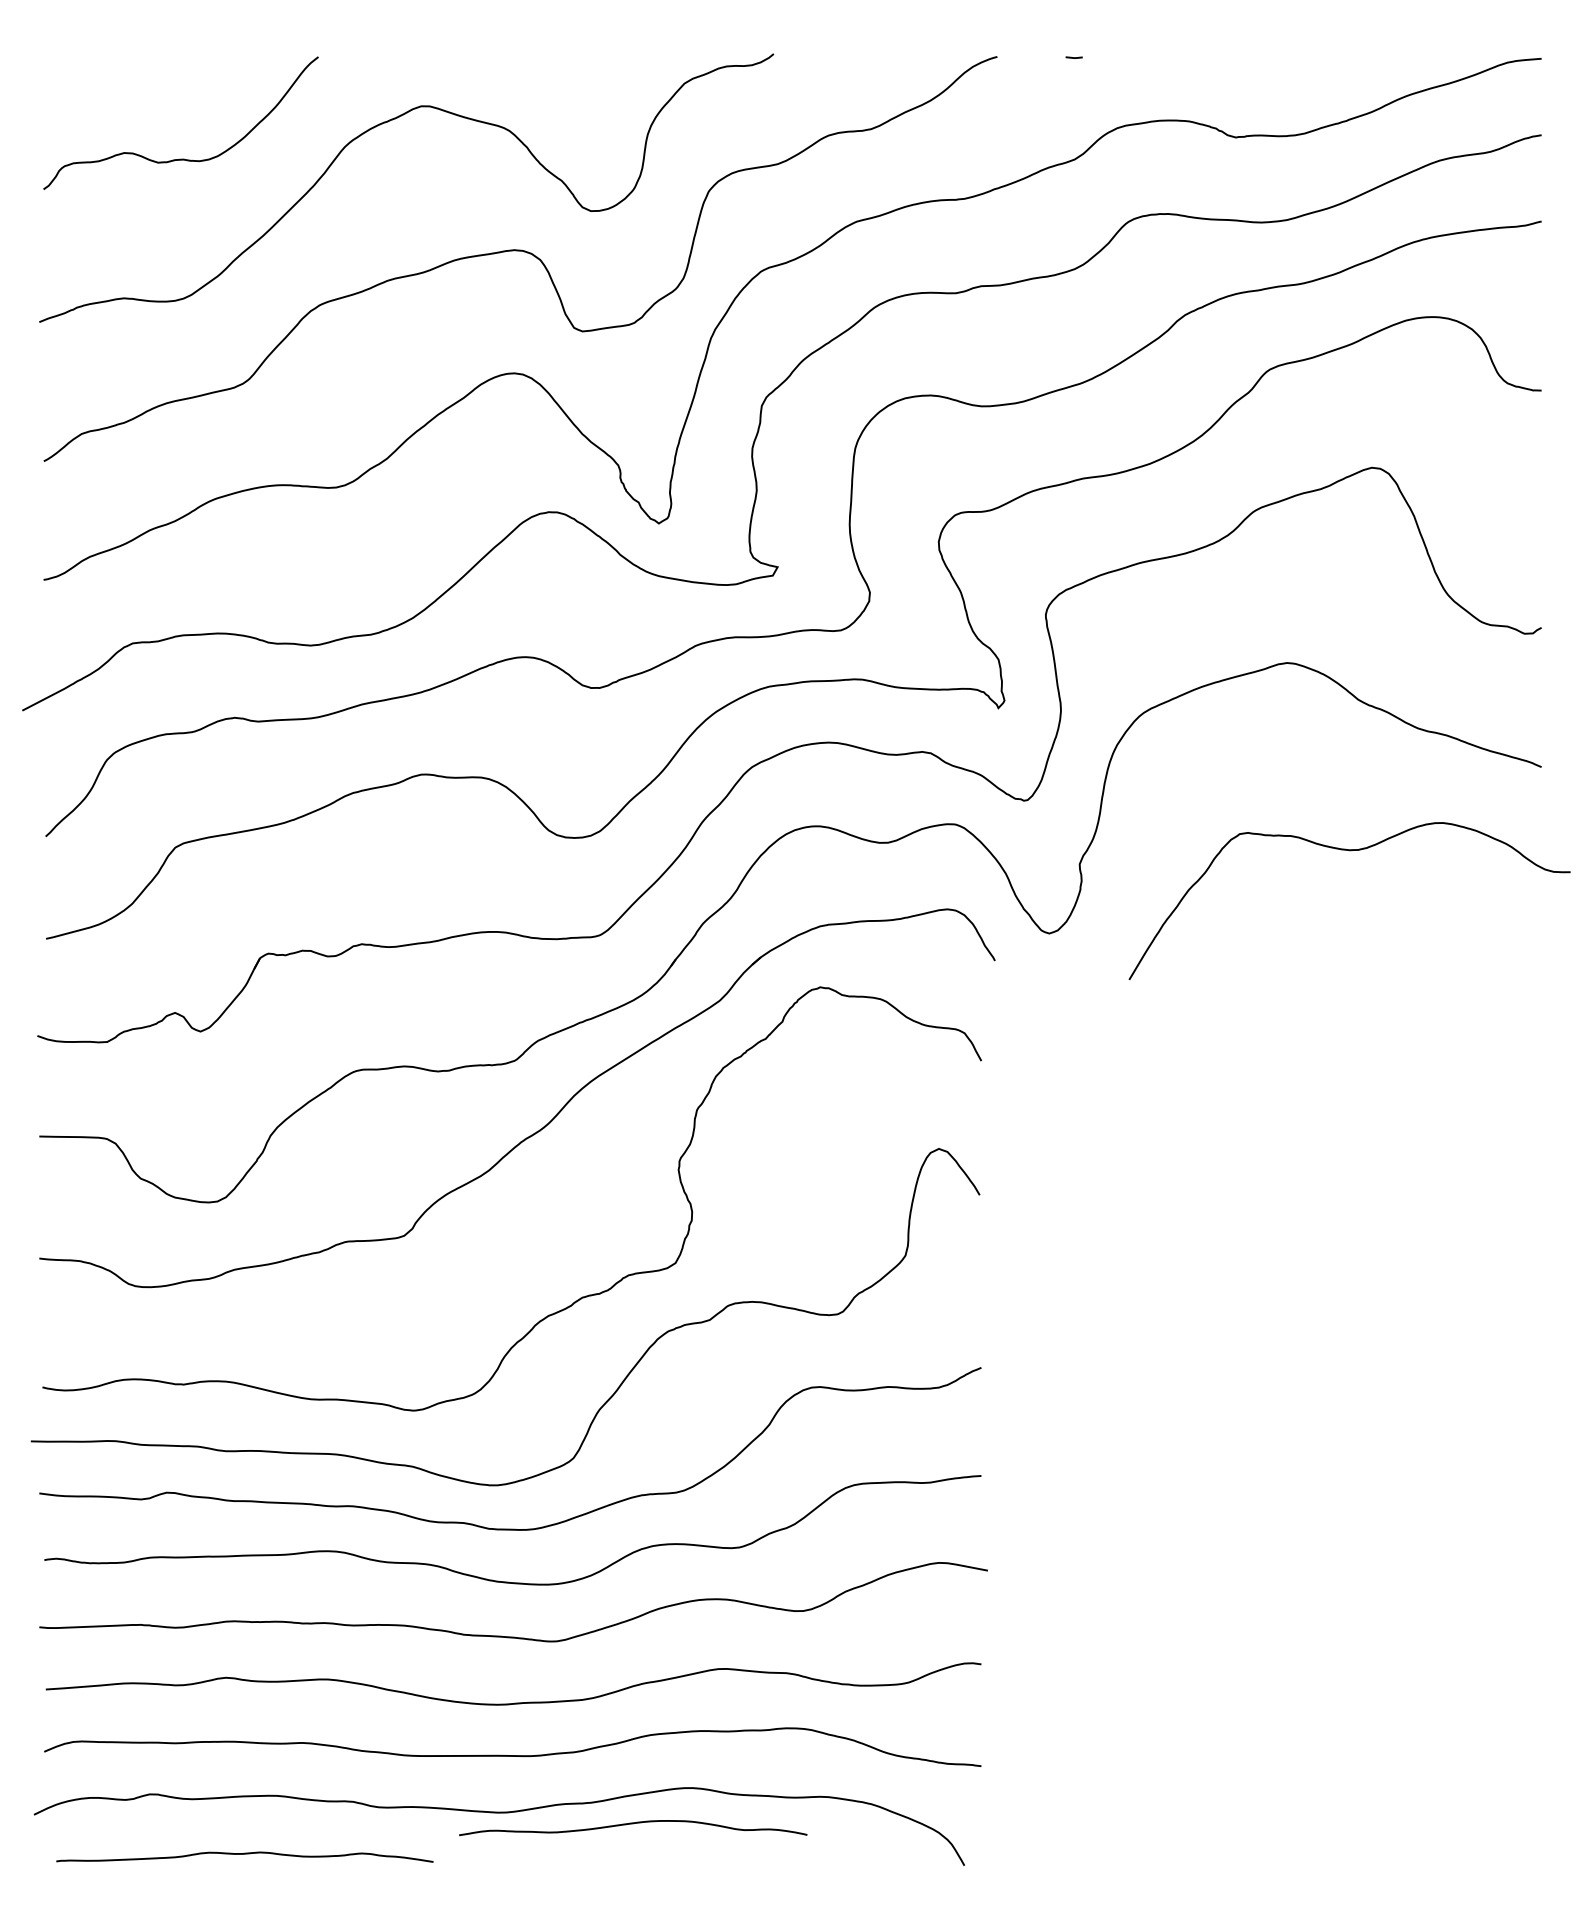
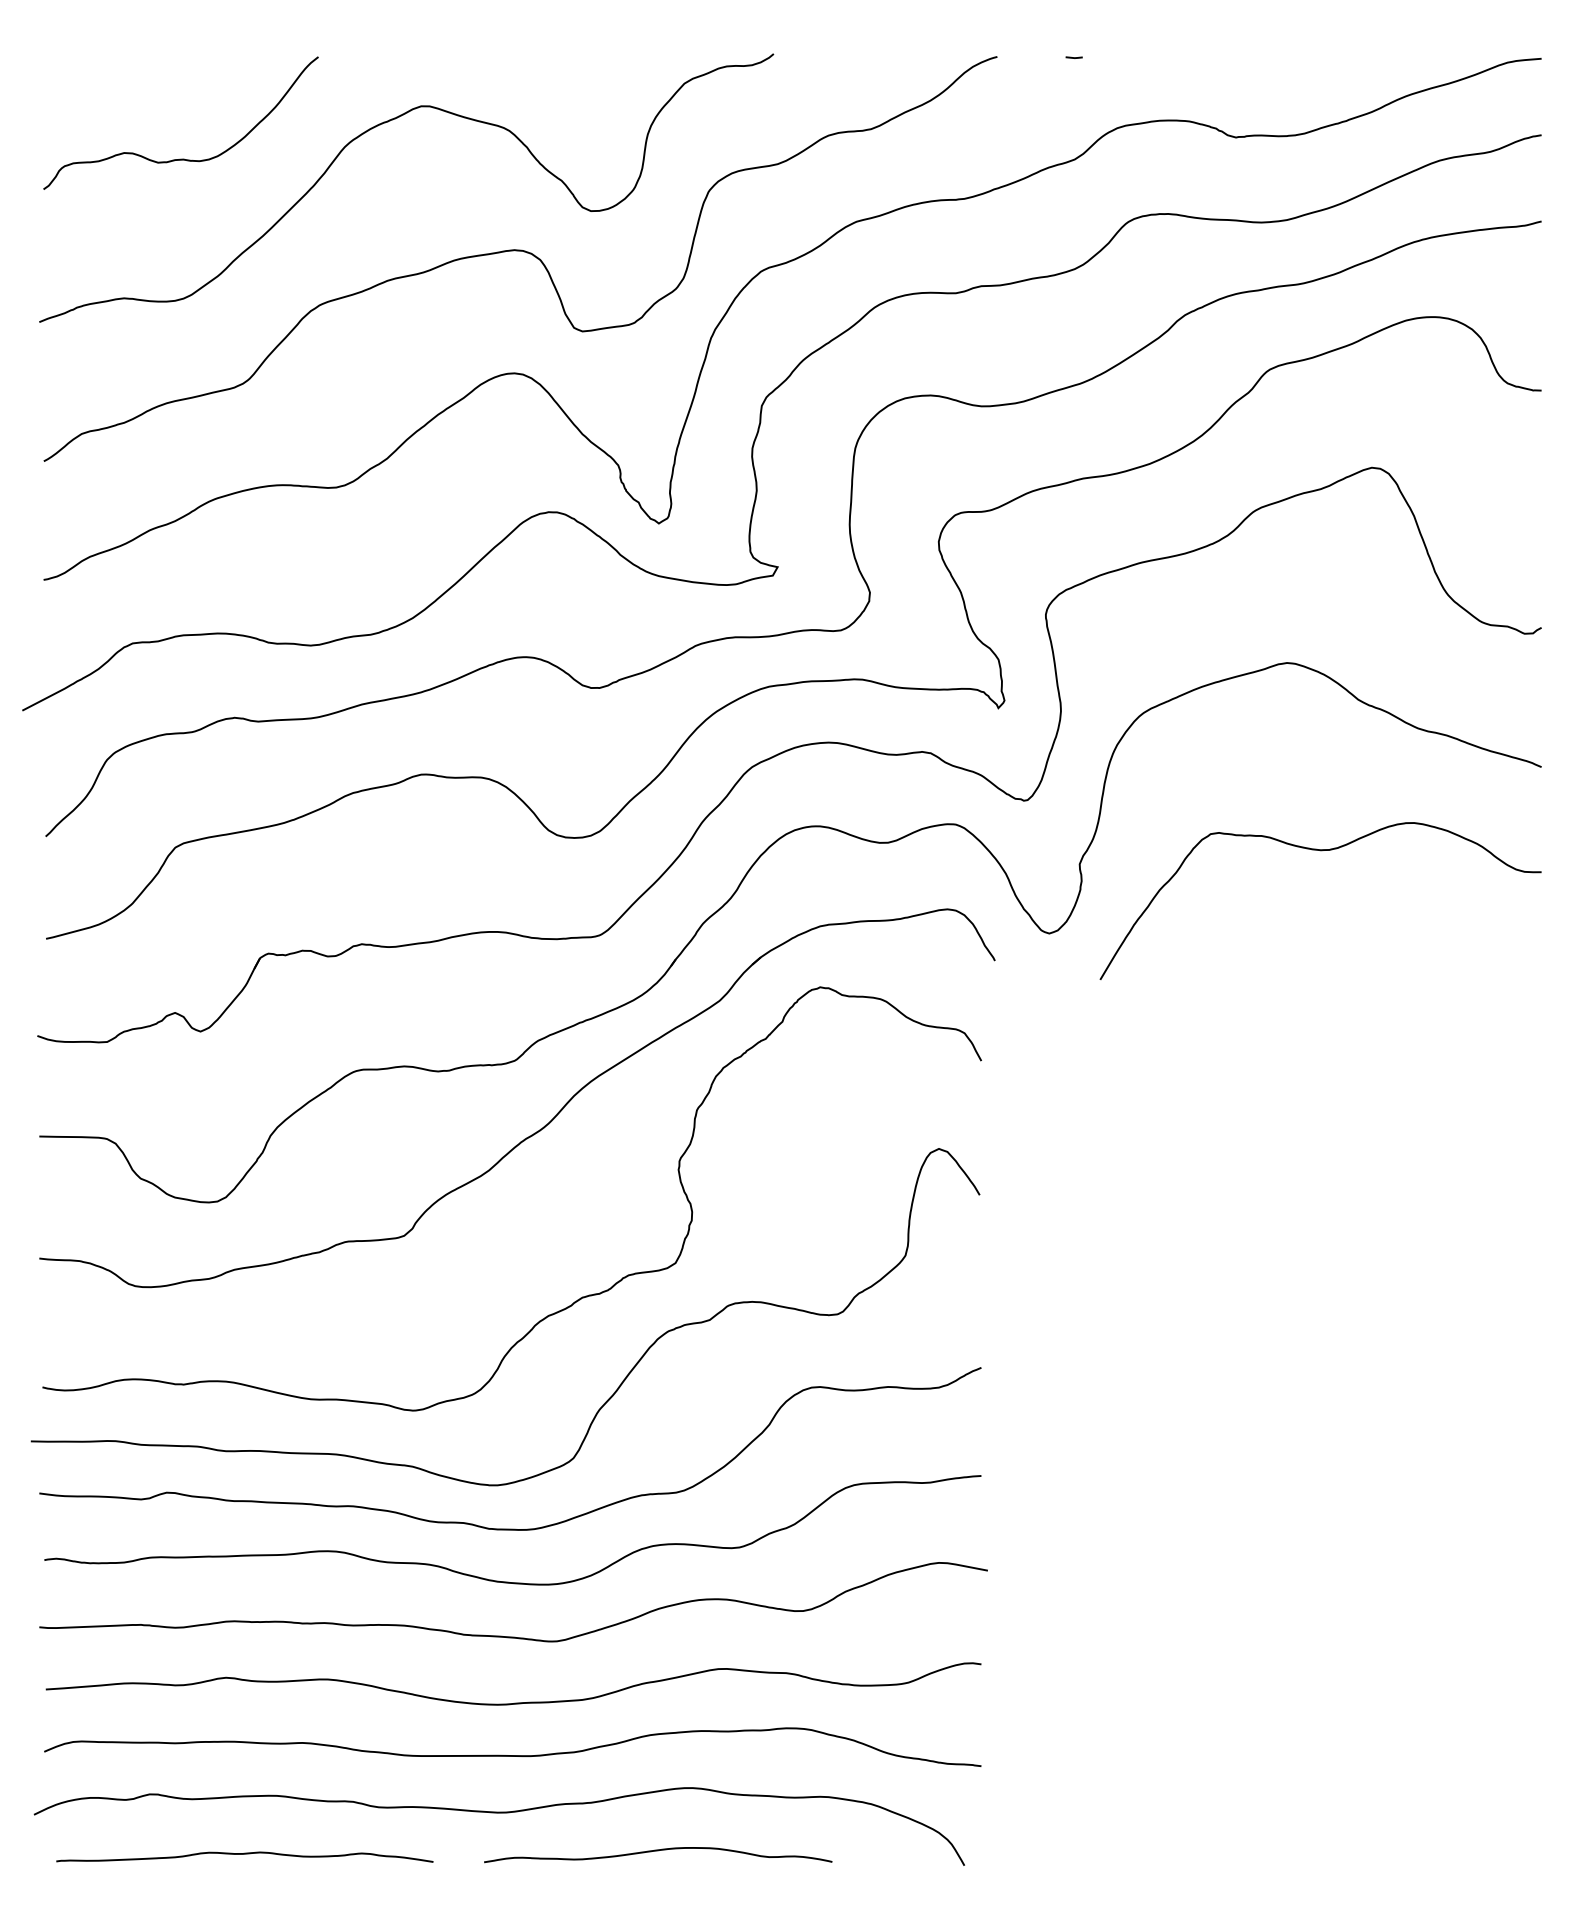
curve at (1349, 851) position: (1349, 851) -> (1320, 851)
curve at (633, 1824) position: (633, 1824) -> (658, 1851)
